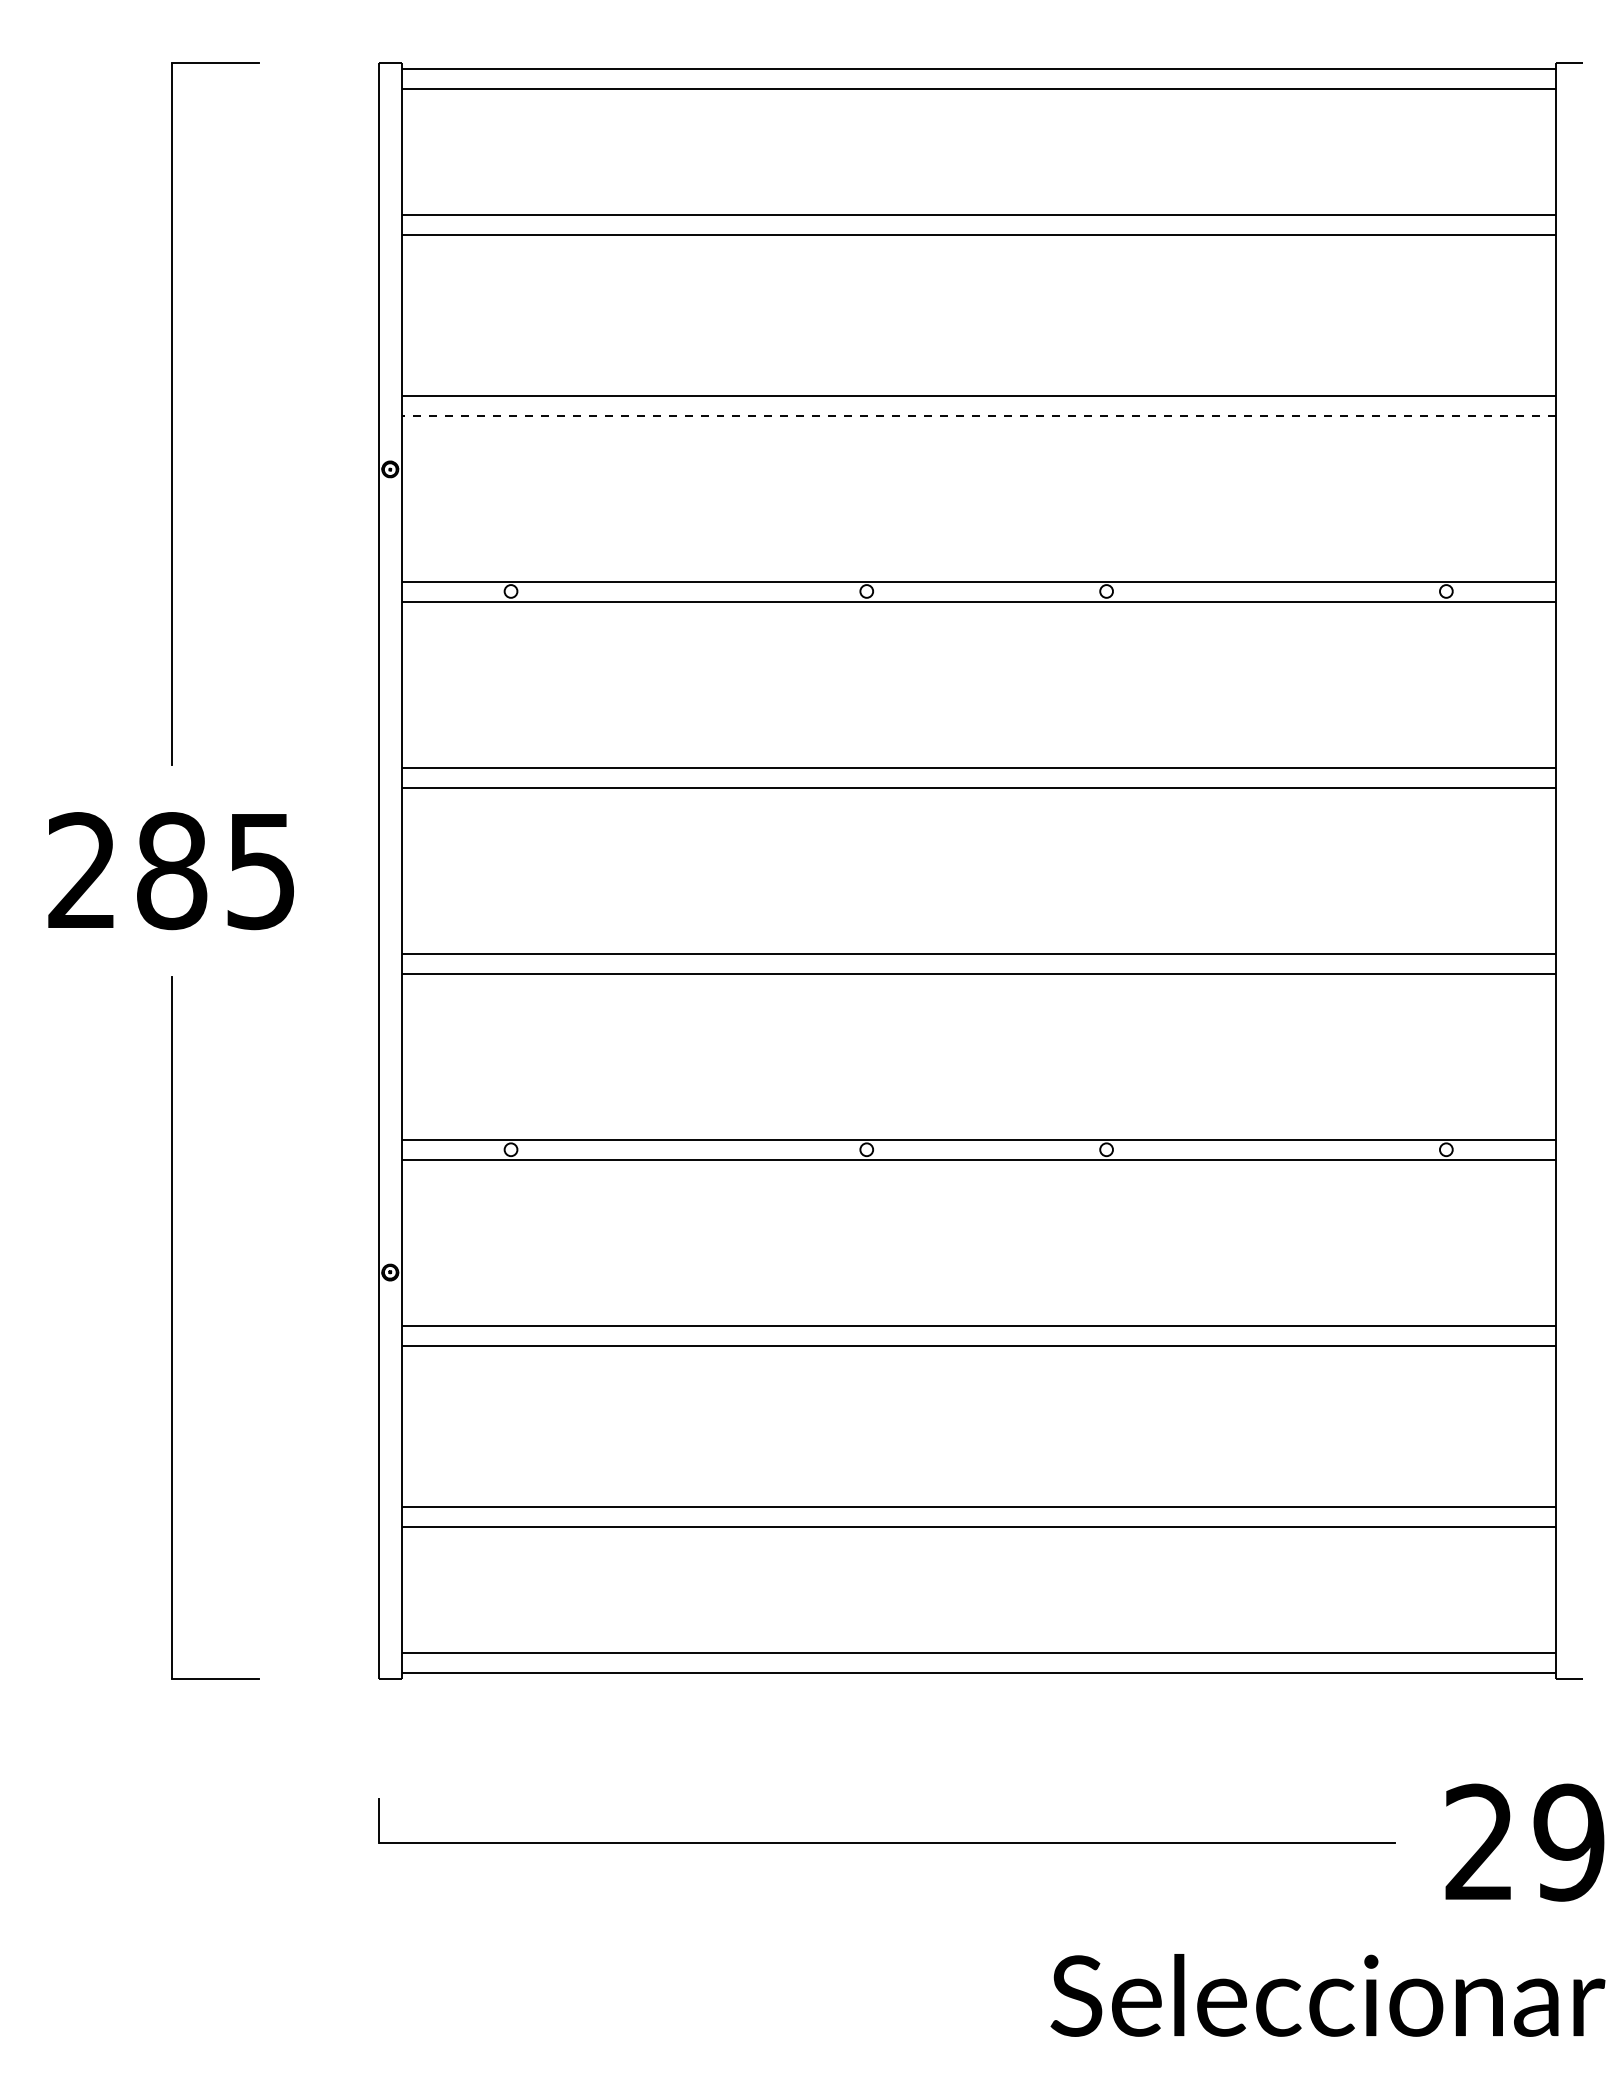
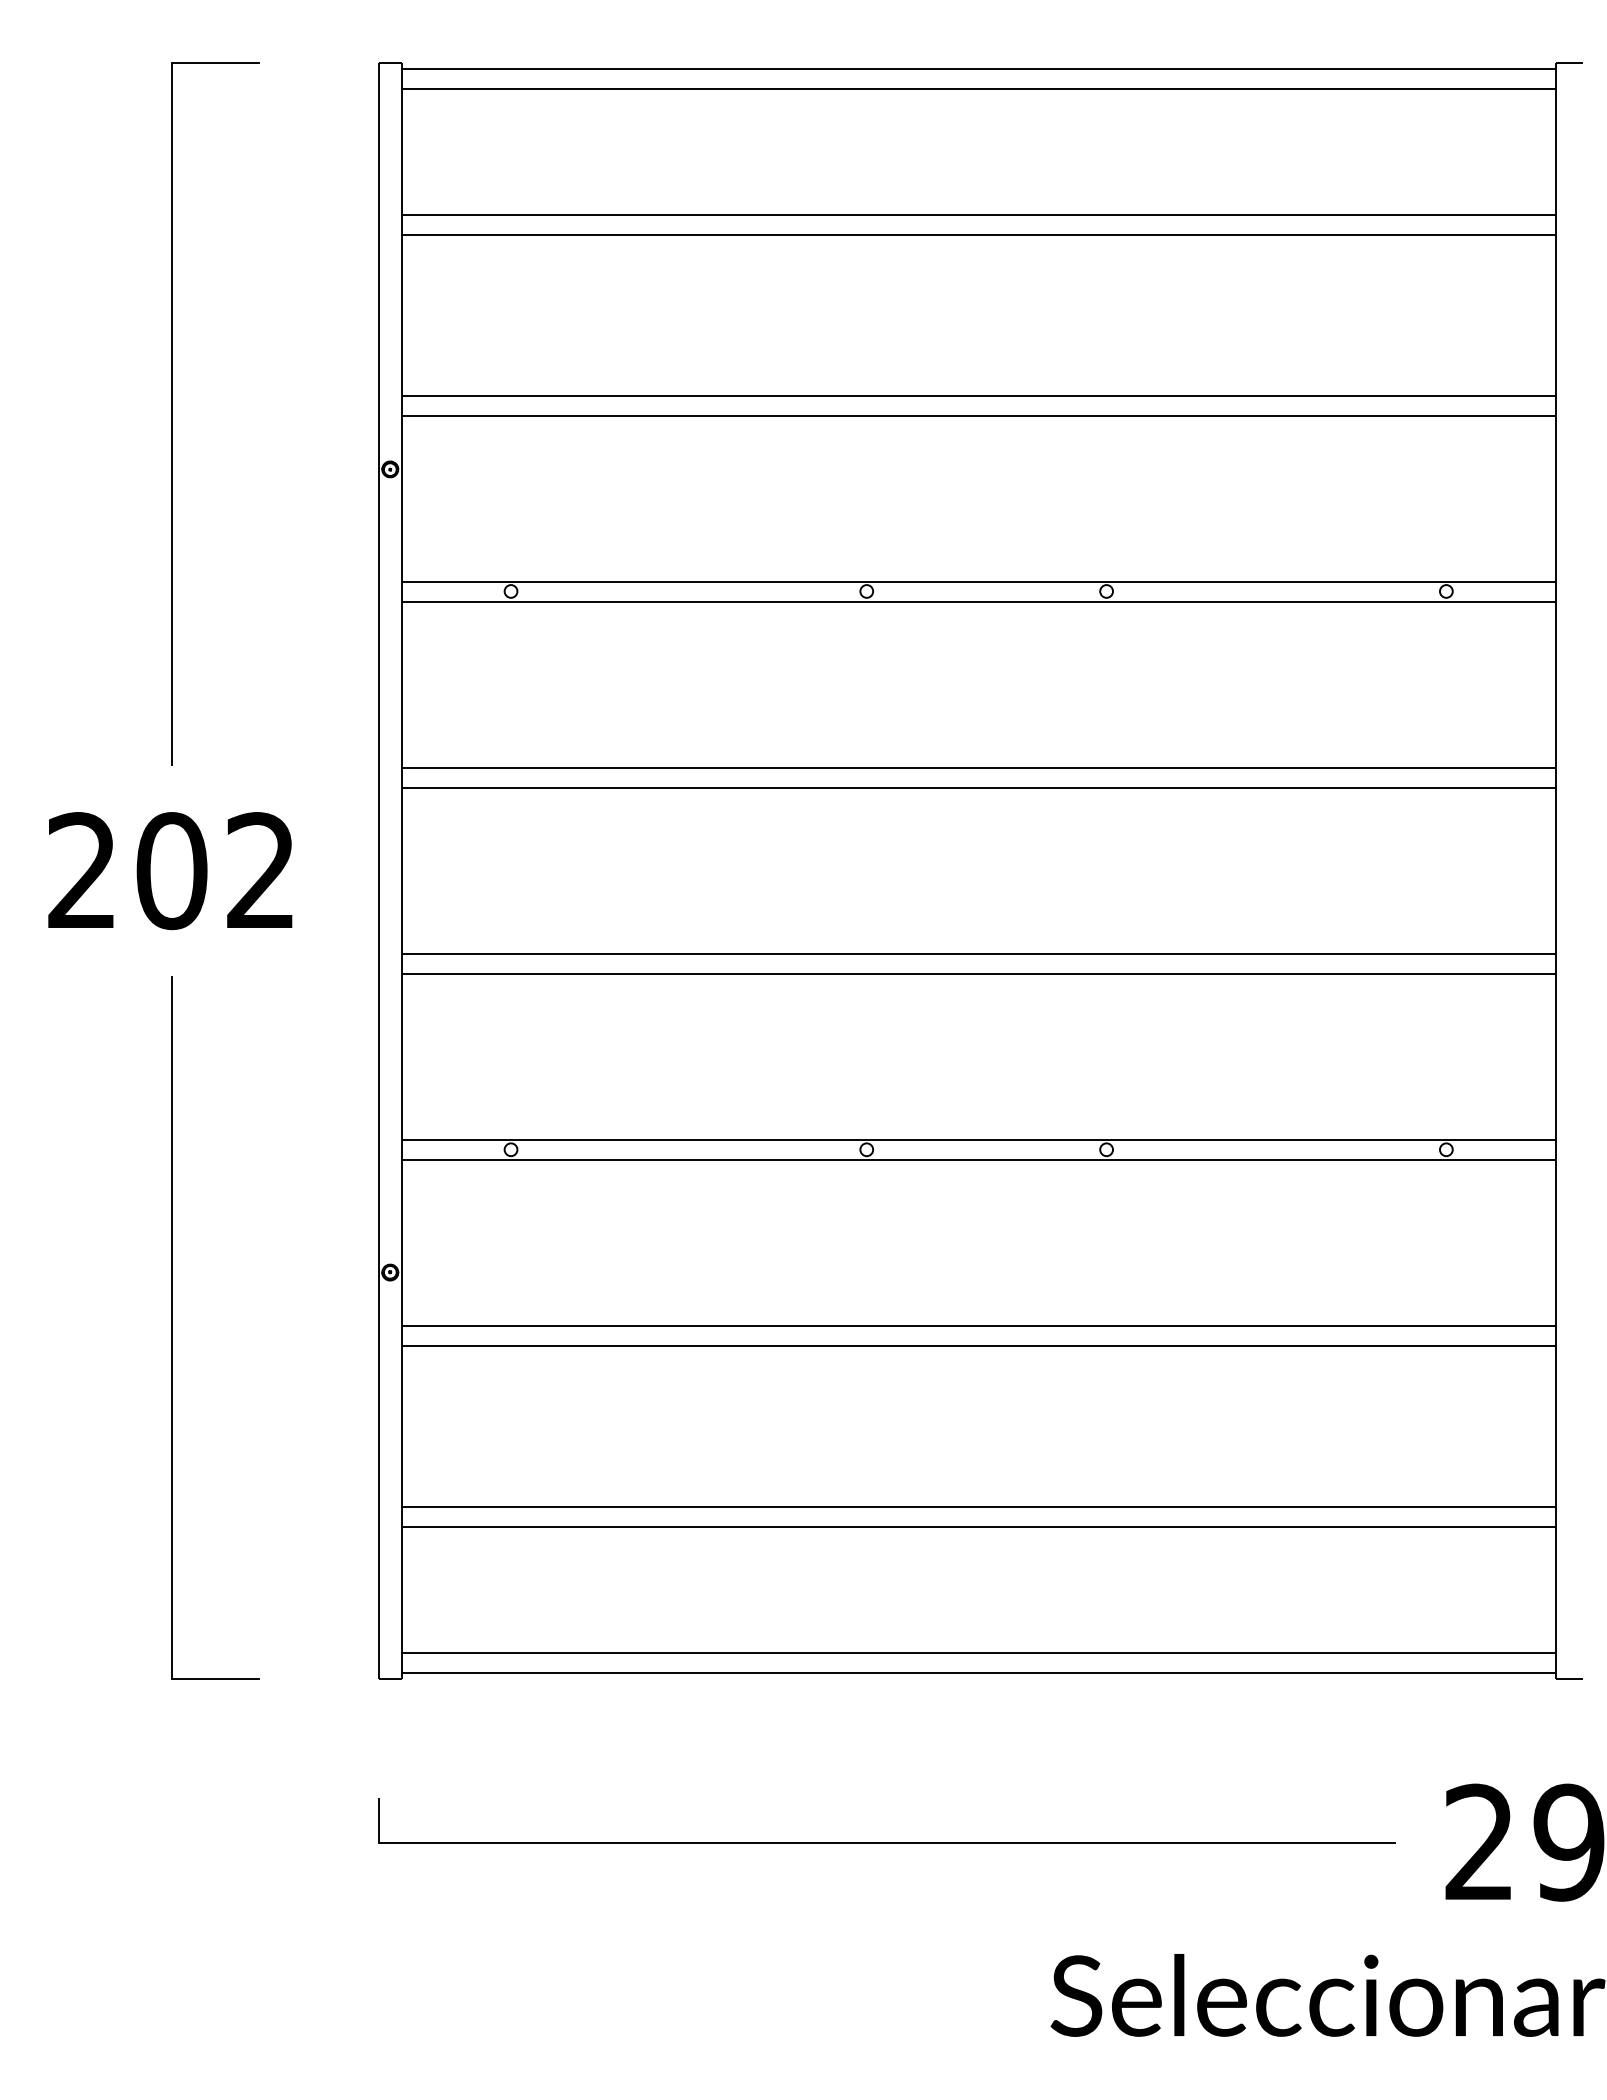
line at (978, 416): dashed -> solid
text at (214, 871): 285 -> 202
